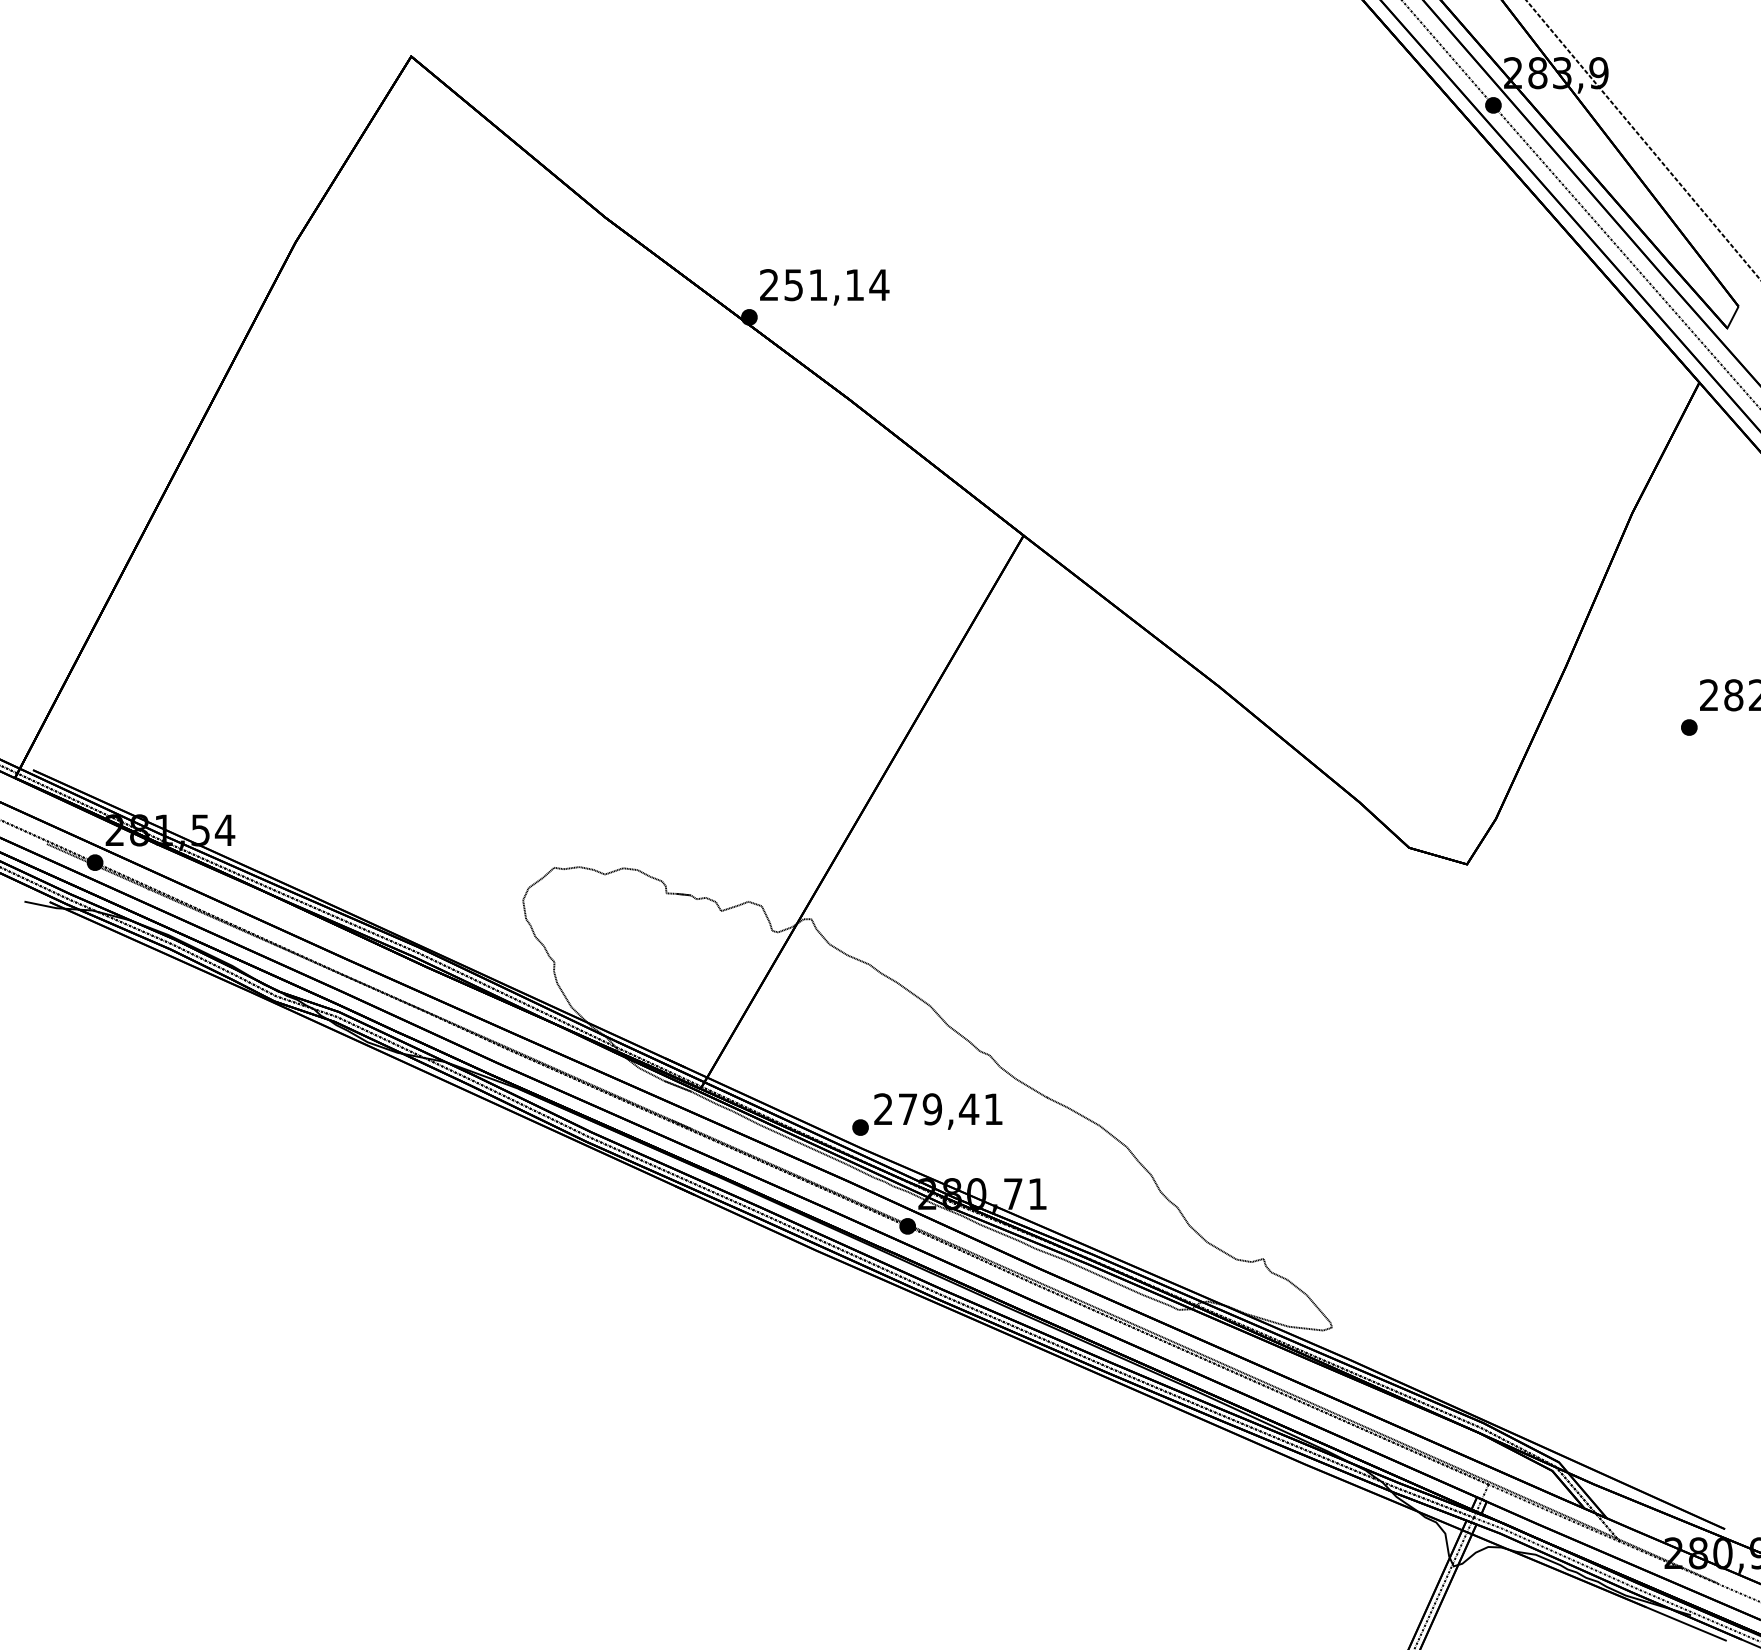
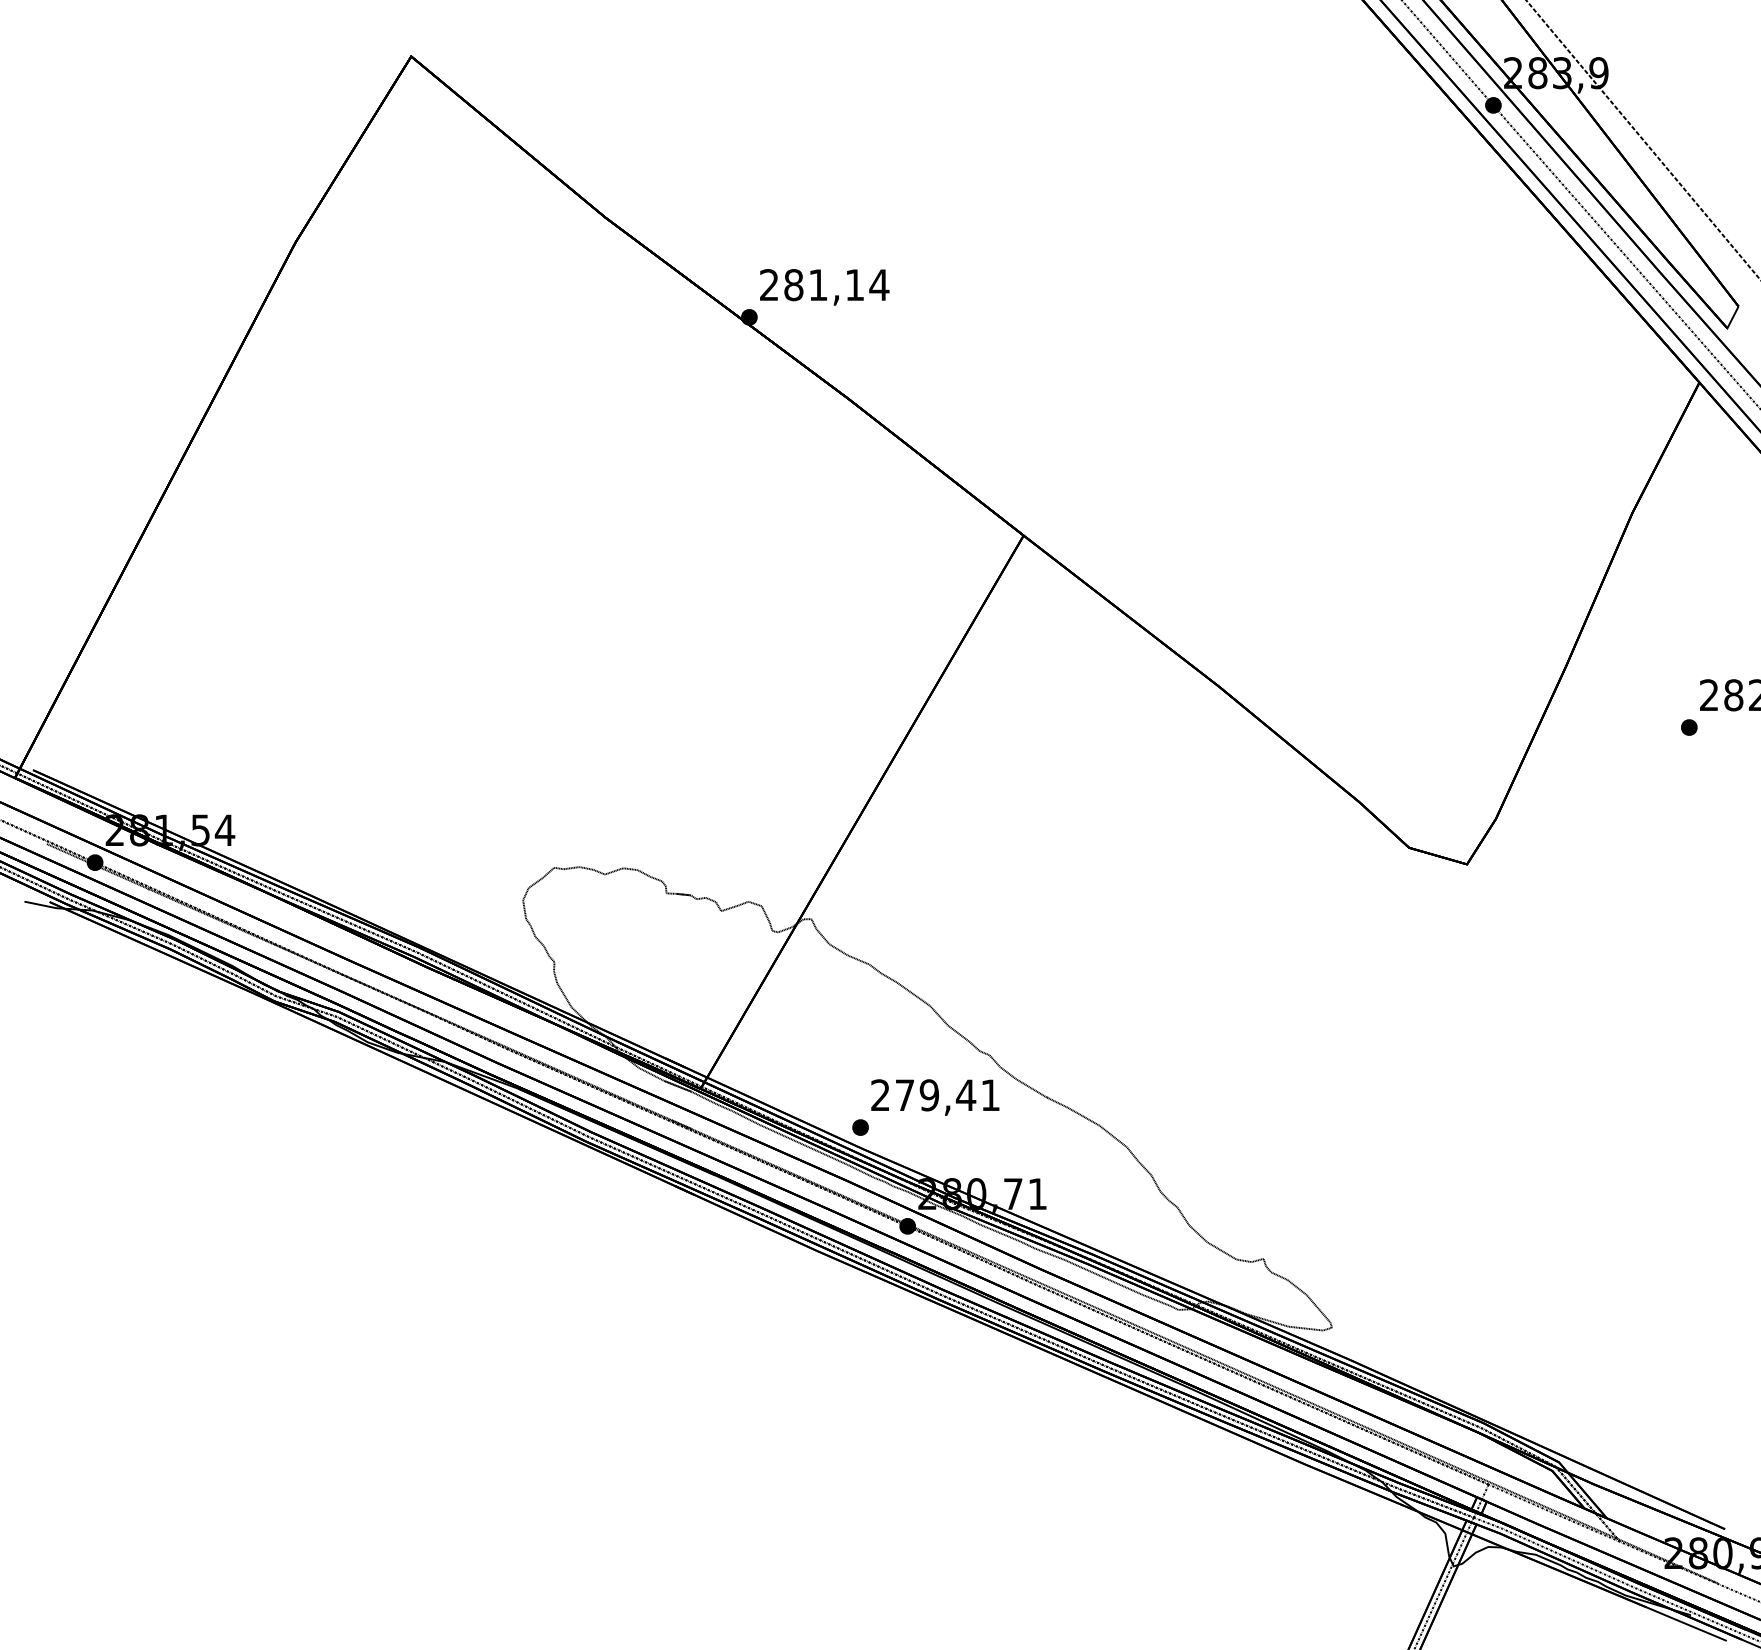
text at (793, 285): 251,14 -> 281,14
text at (938, 1111) position: (938, 1111) -> (935, 1097)
